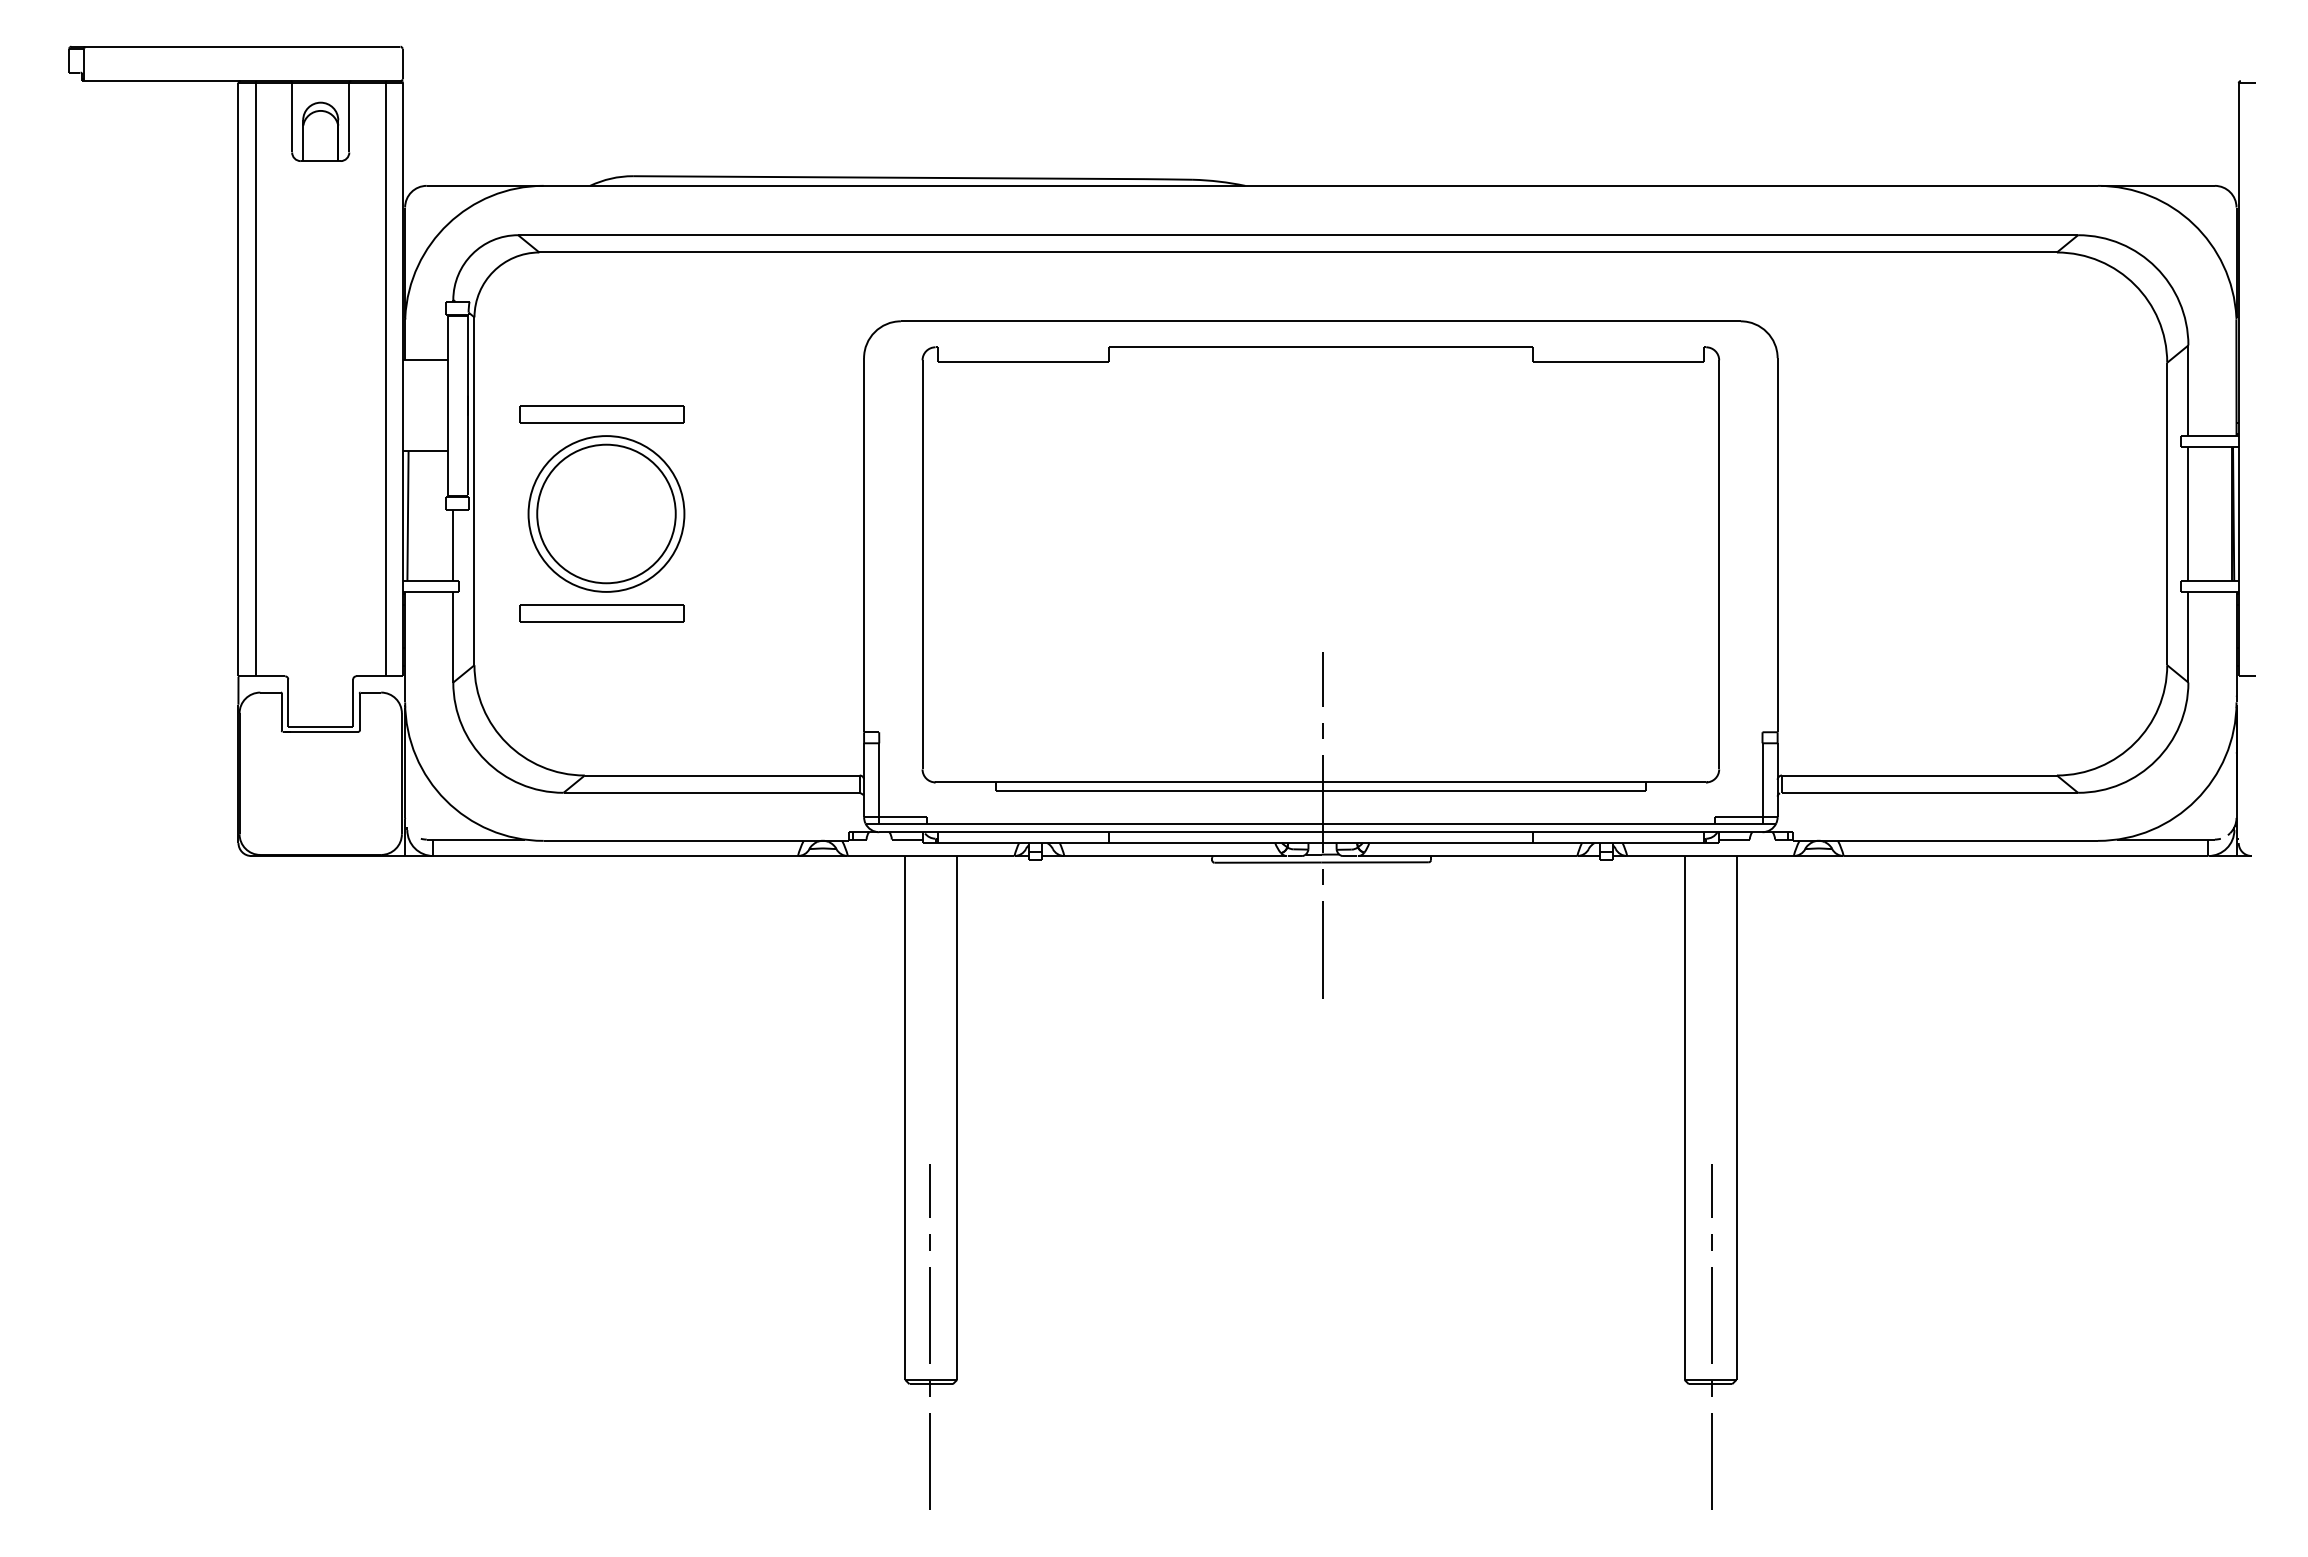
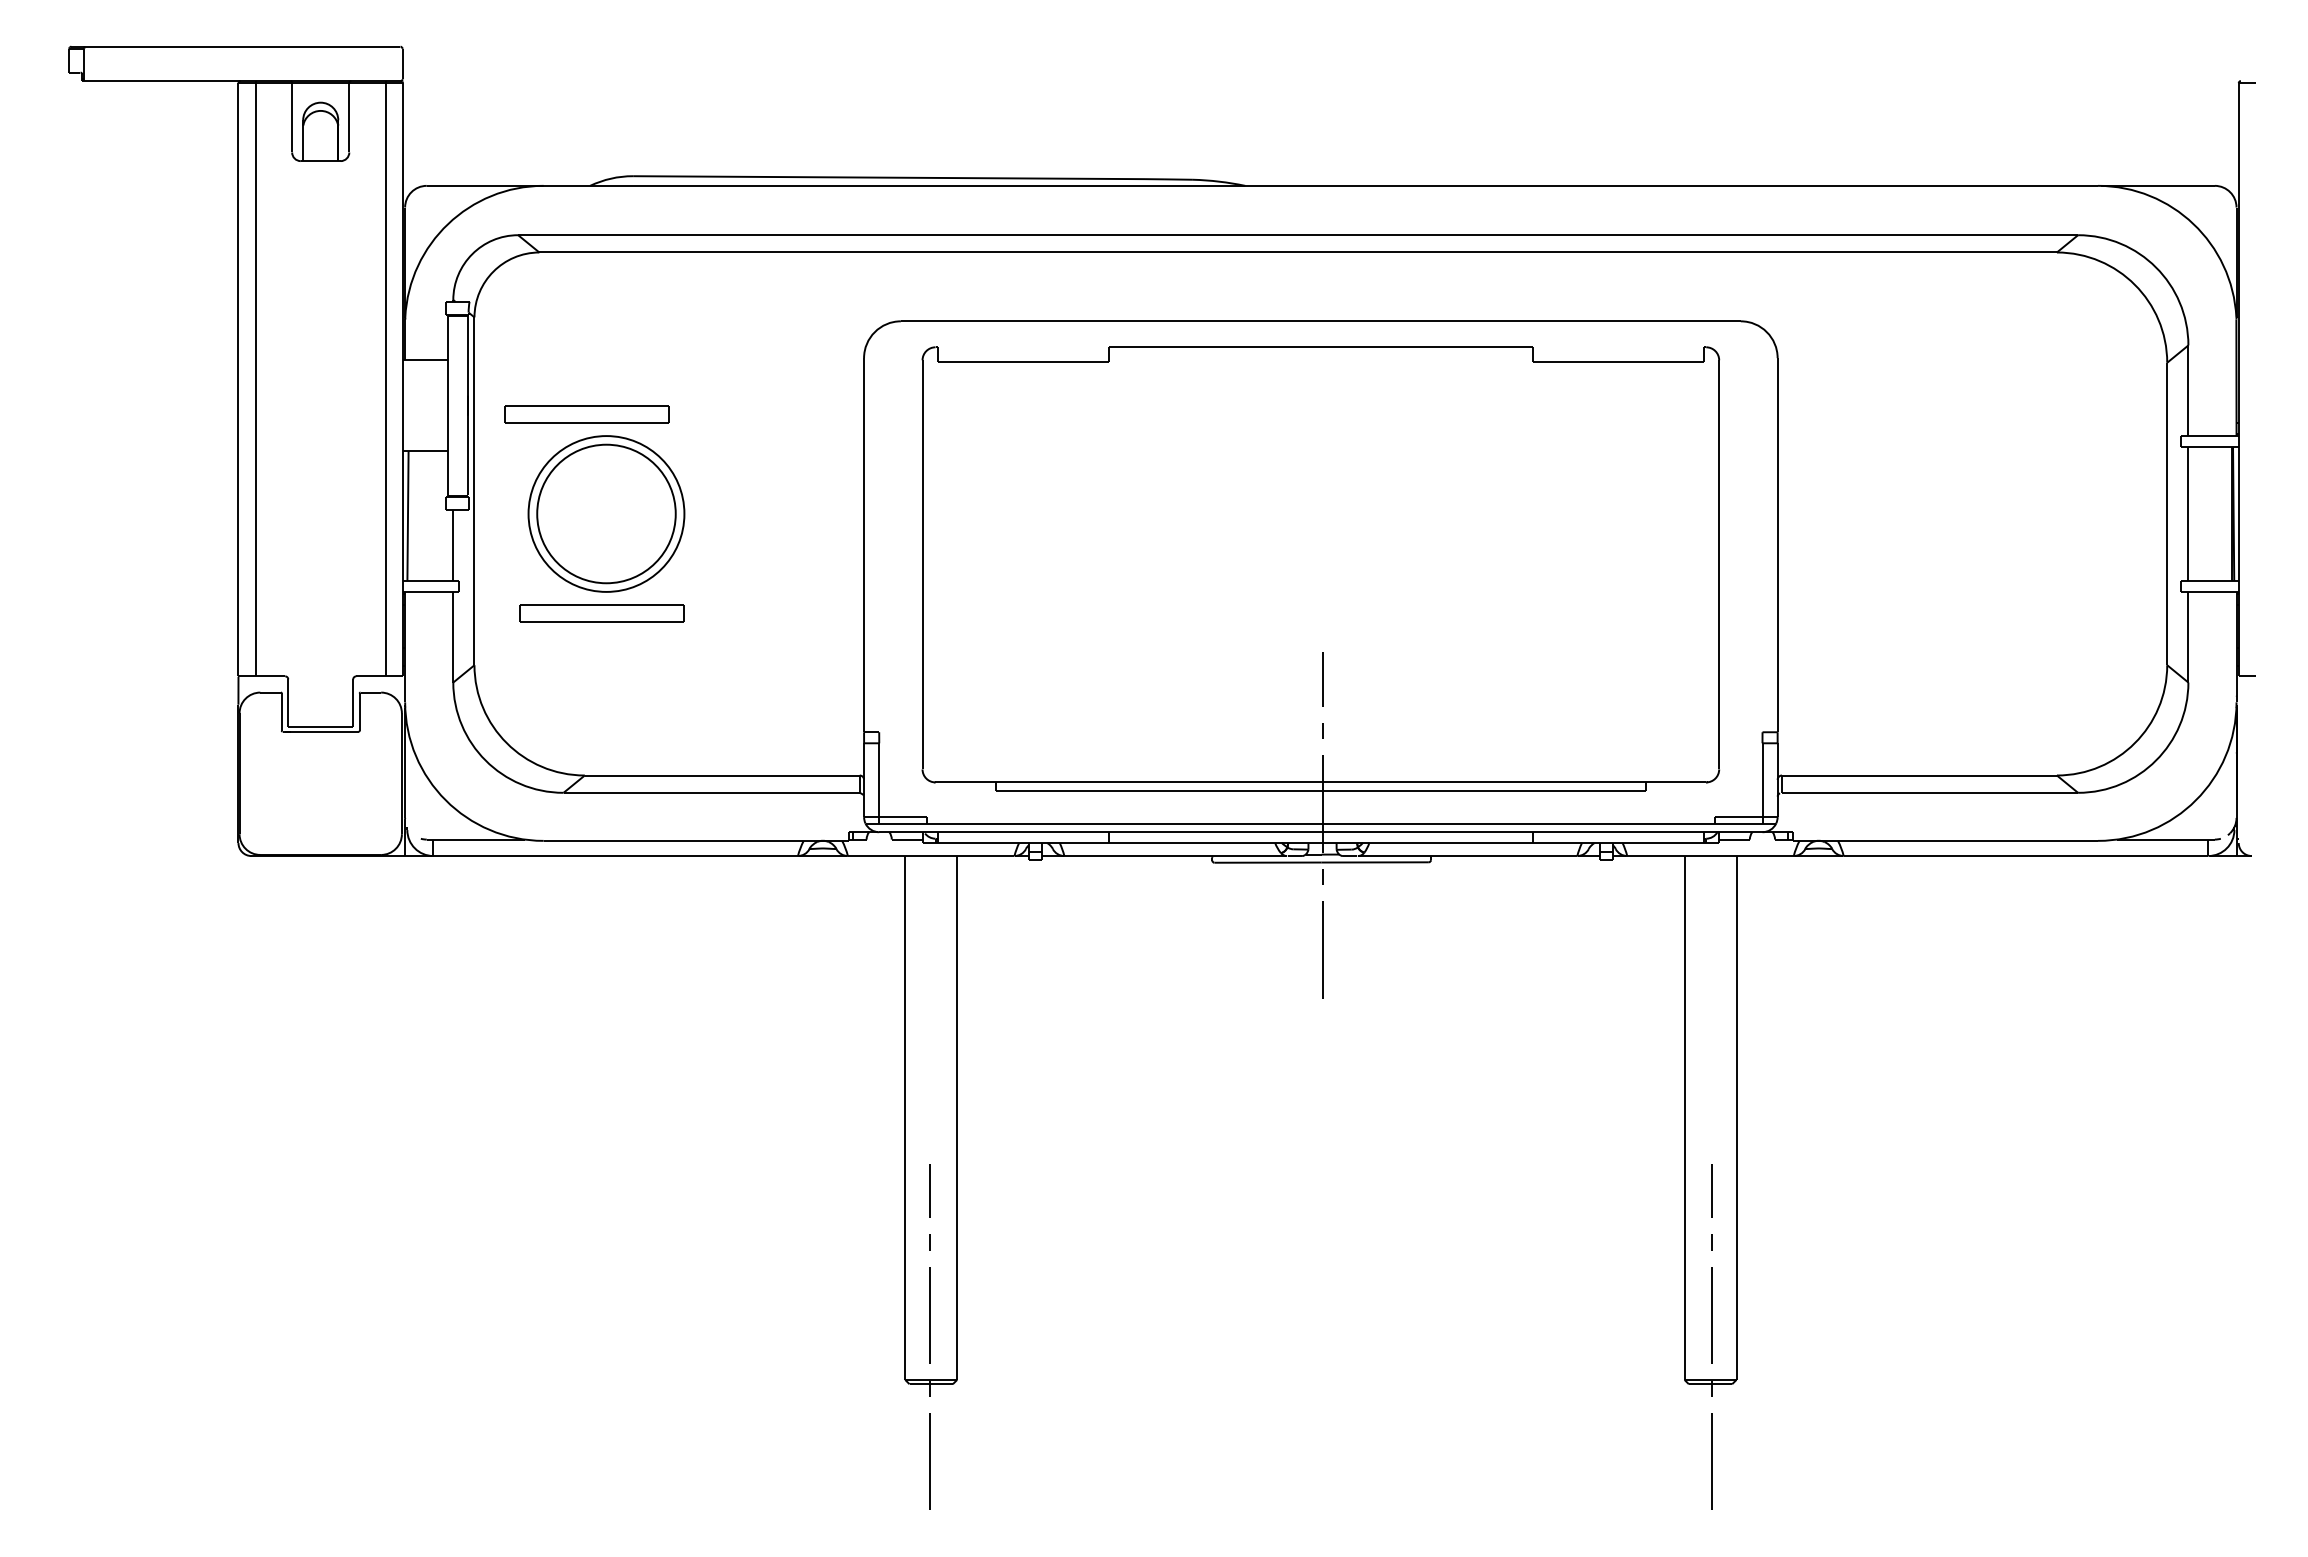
part at (601, 414) position: (601, 414) -> (586, 414)
